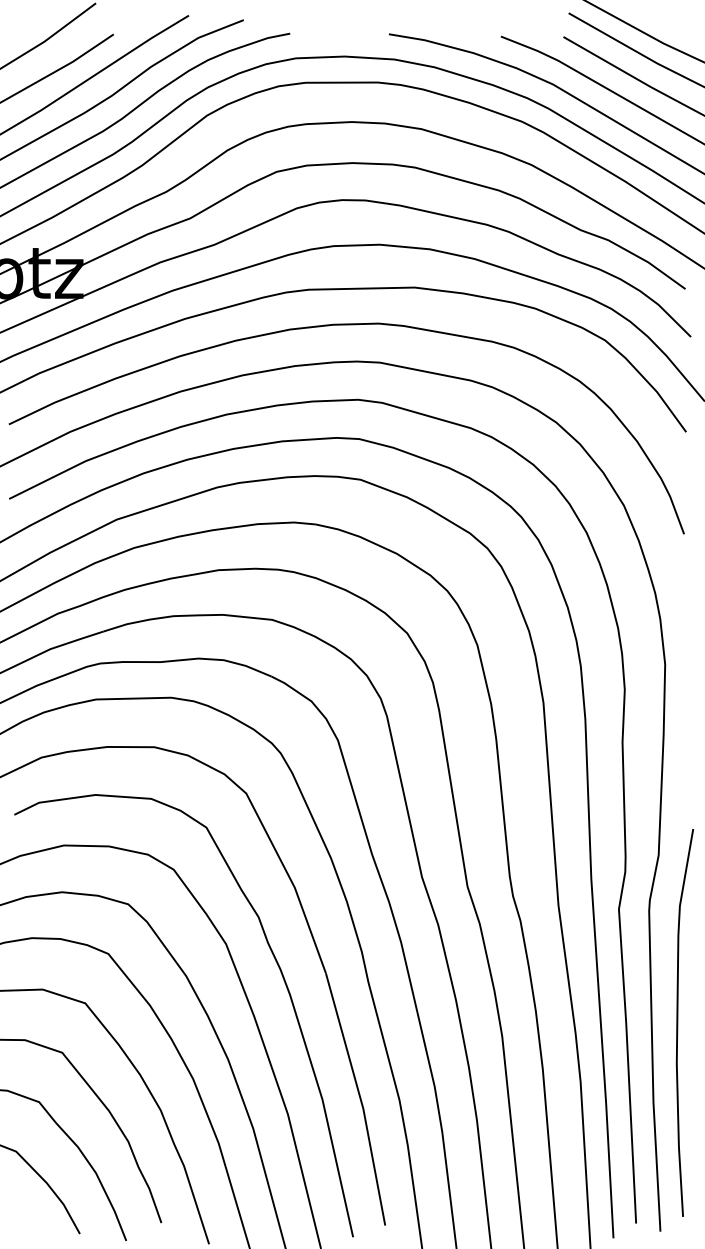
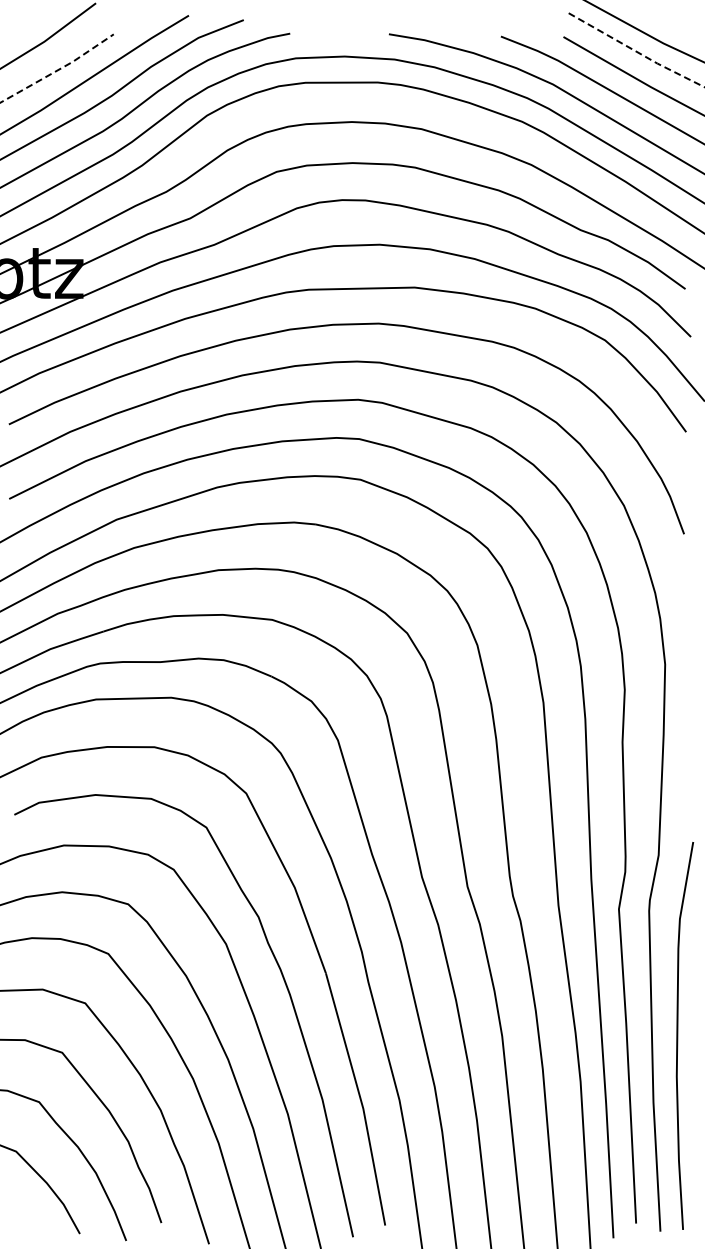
line at (636, 51): solid -> dashed
line at (58, 69): solid -> dashed
curve at (678, 1022) position: (678, 1022) -> (678, 1035)
